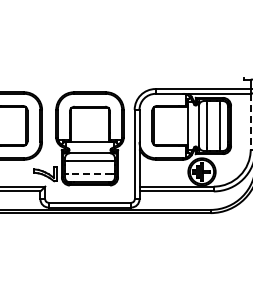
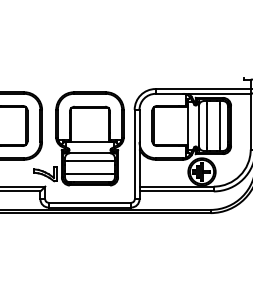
line at (250, 121): dashed -> solid
line at (89, 174): dashed -> solid
